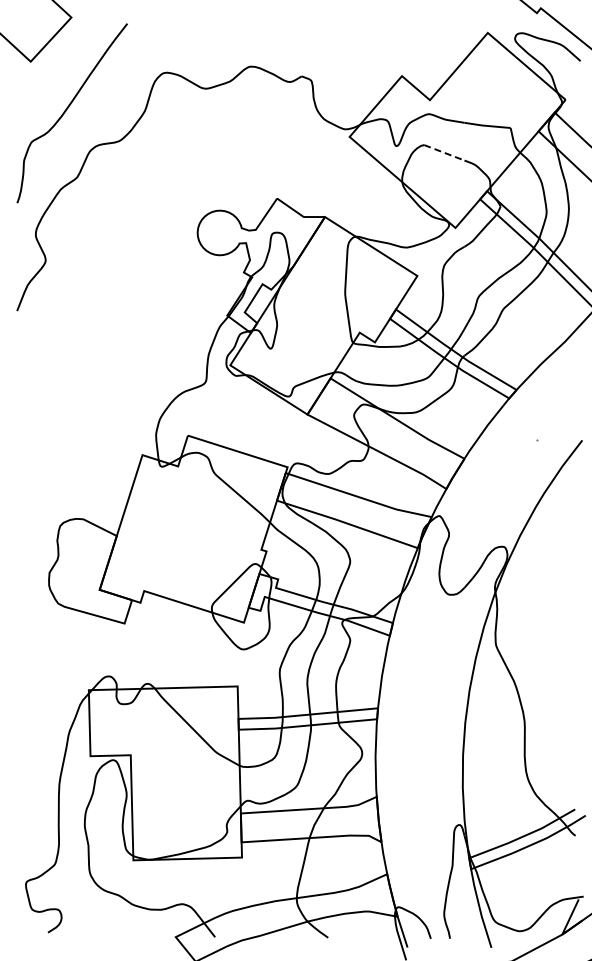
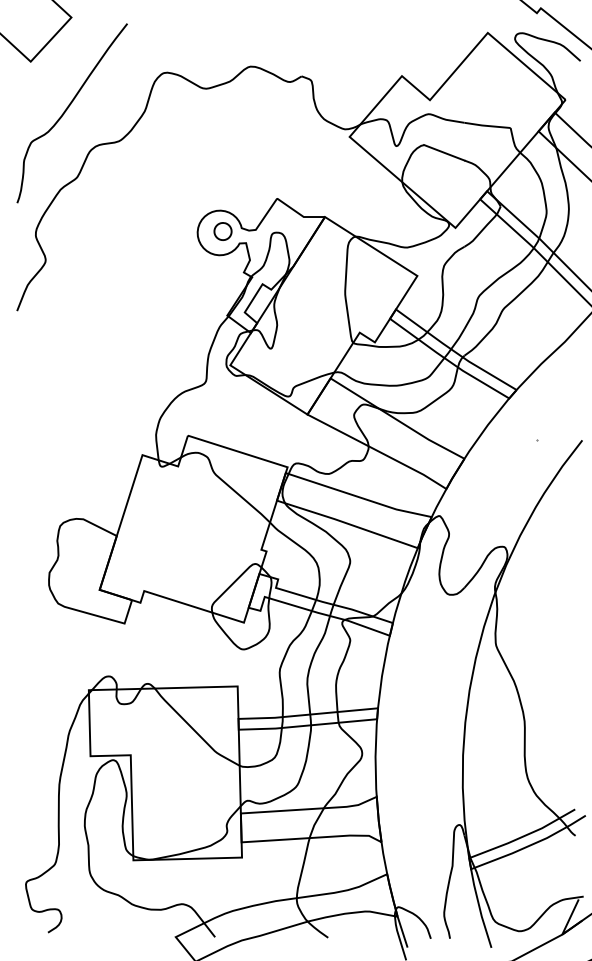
line at (444, 152): dashed -> solid
part at (222, 231): none -> present
